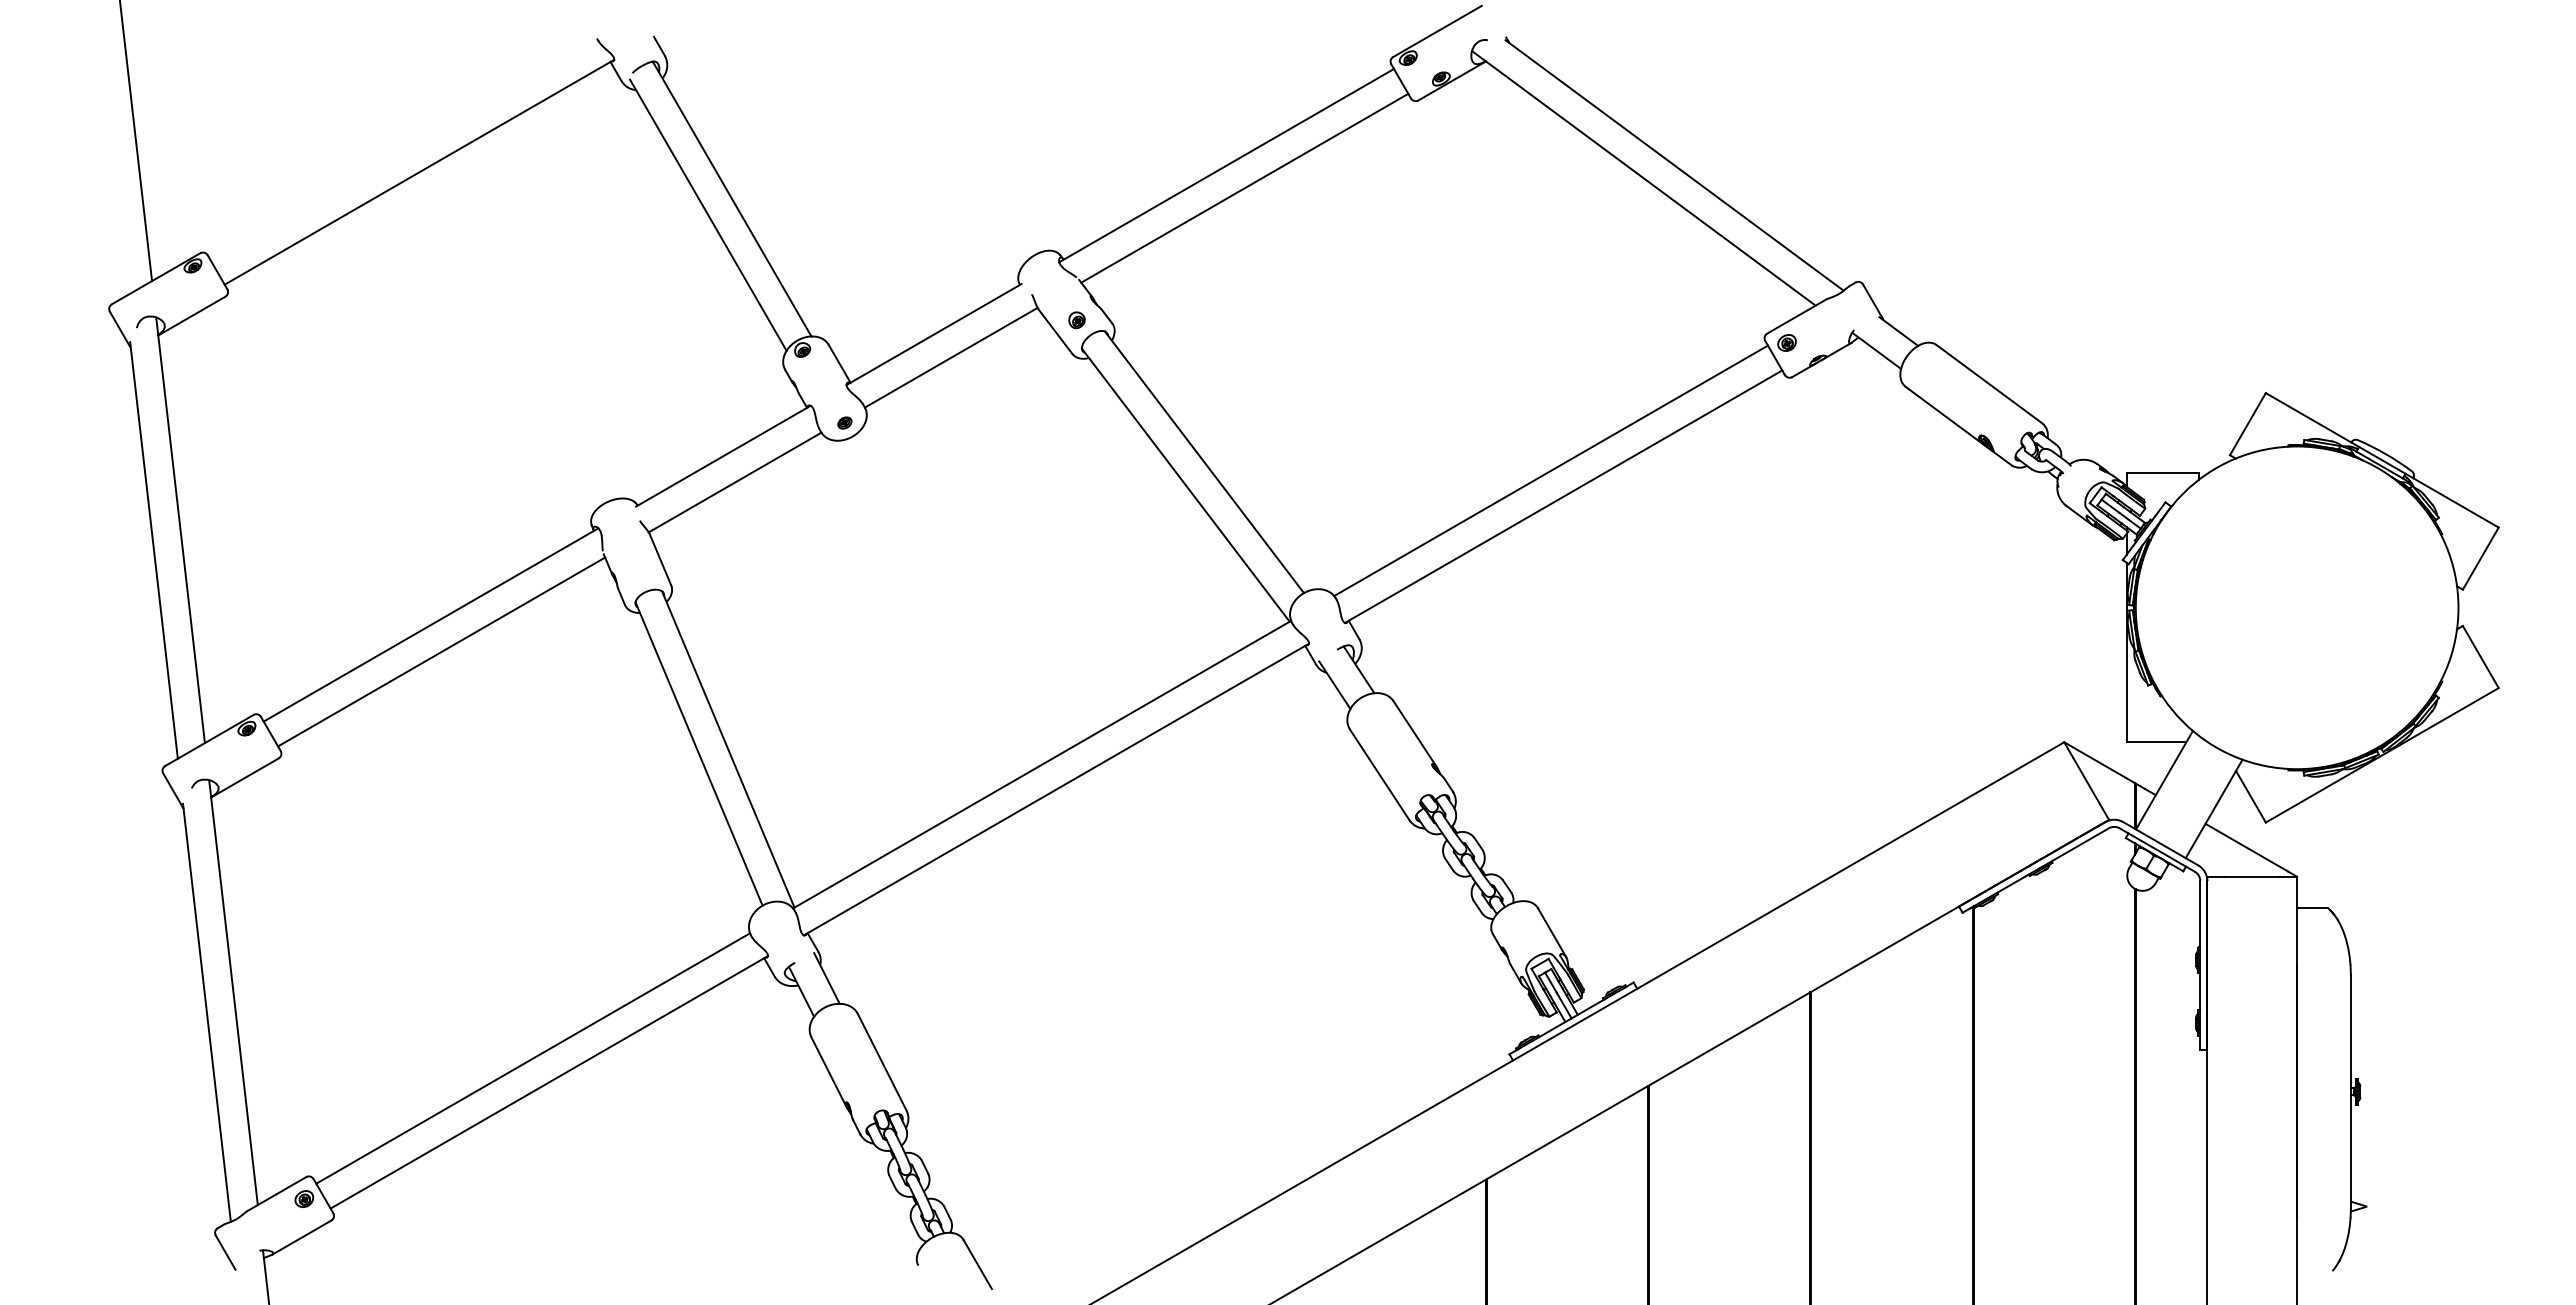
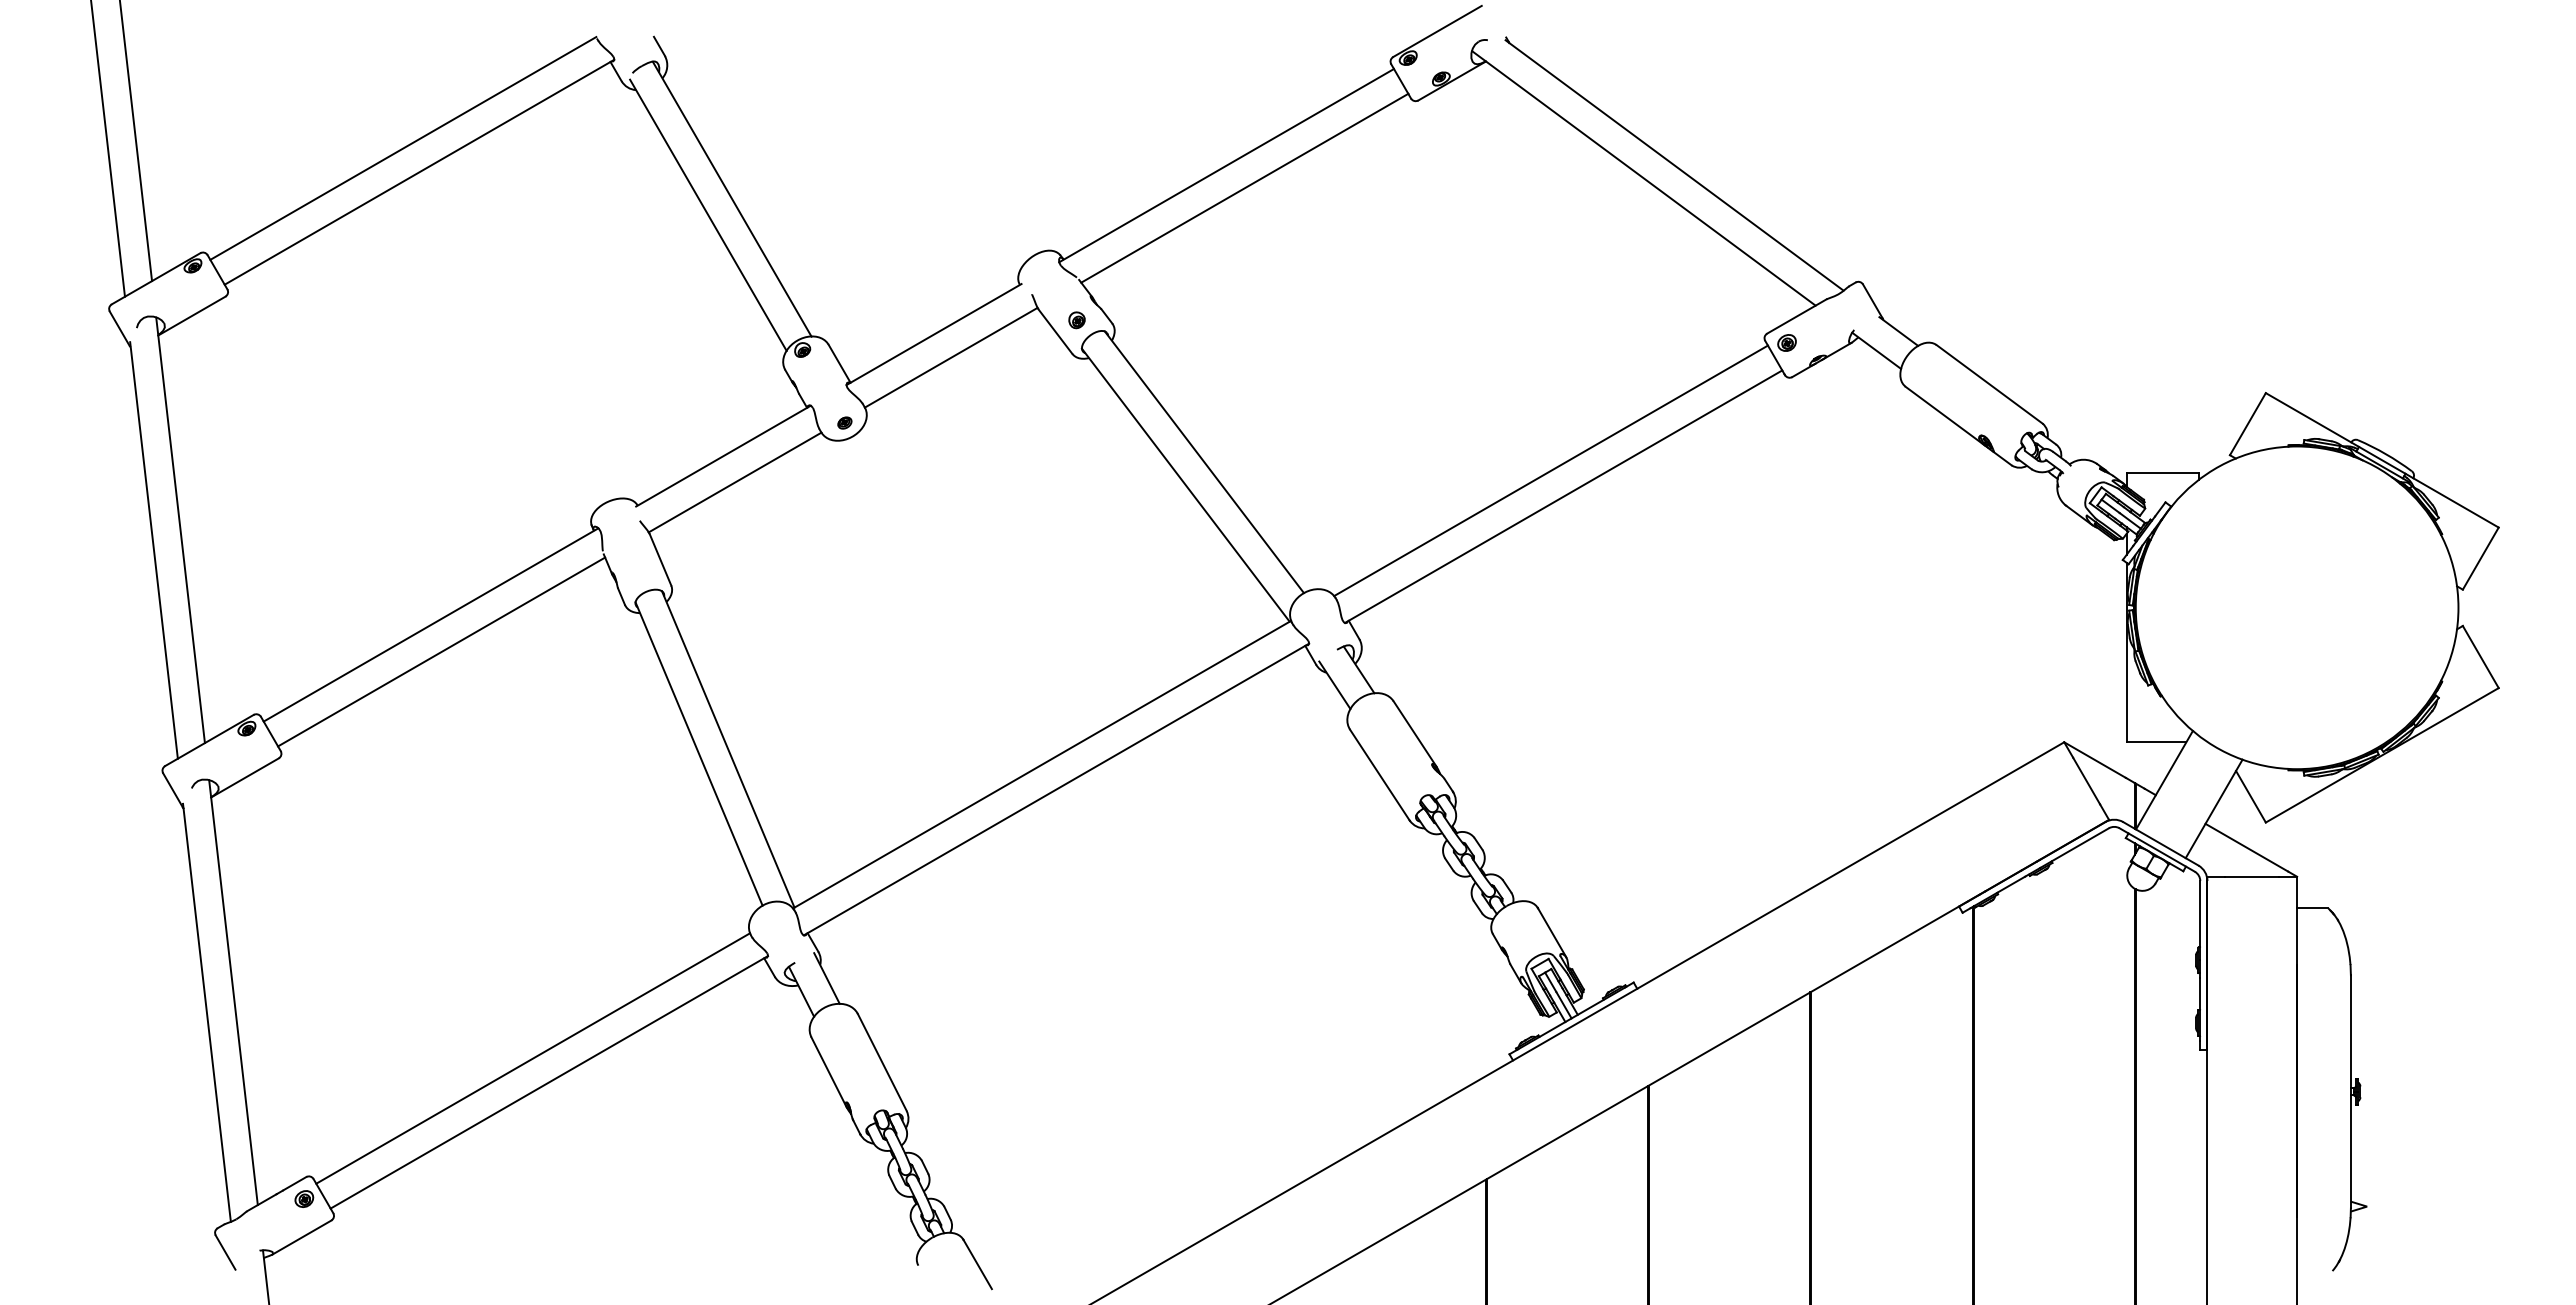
line at (403, 148): none -> present
line at (107, 149): none -> present
